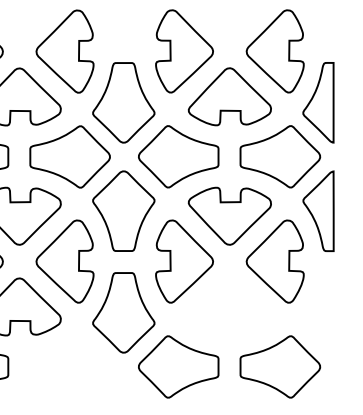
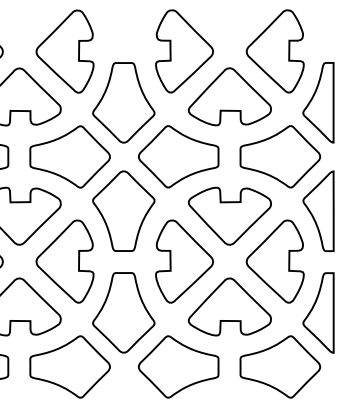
part at (229, 306): none -> present
part at (318, 312): none -> present
part at (69, 366): none -> present
